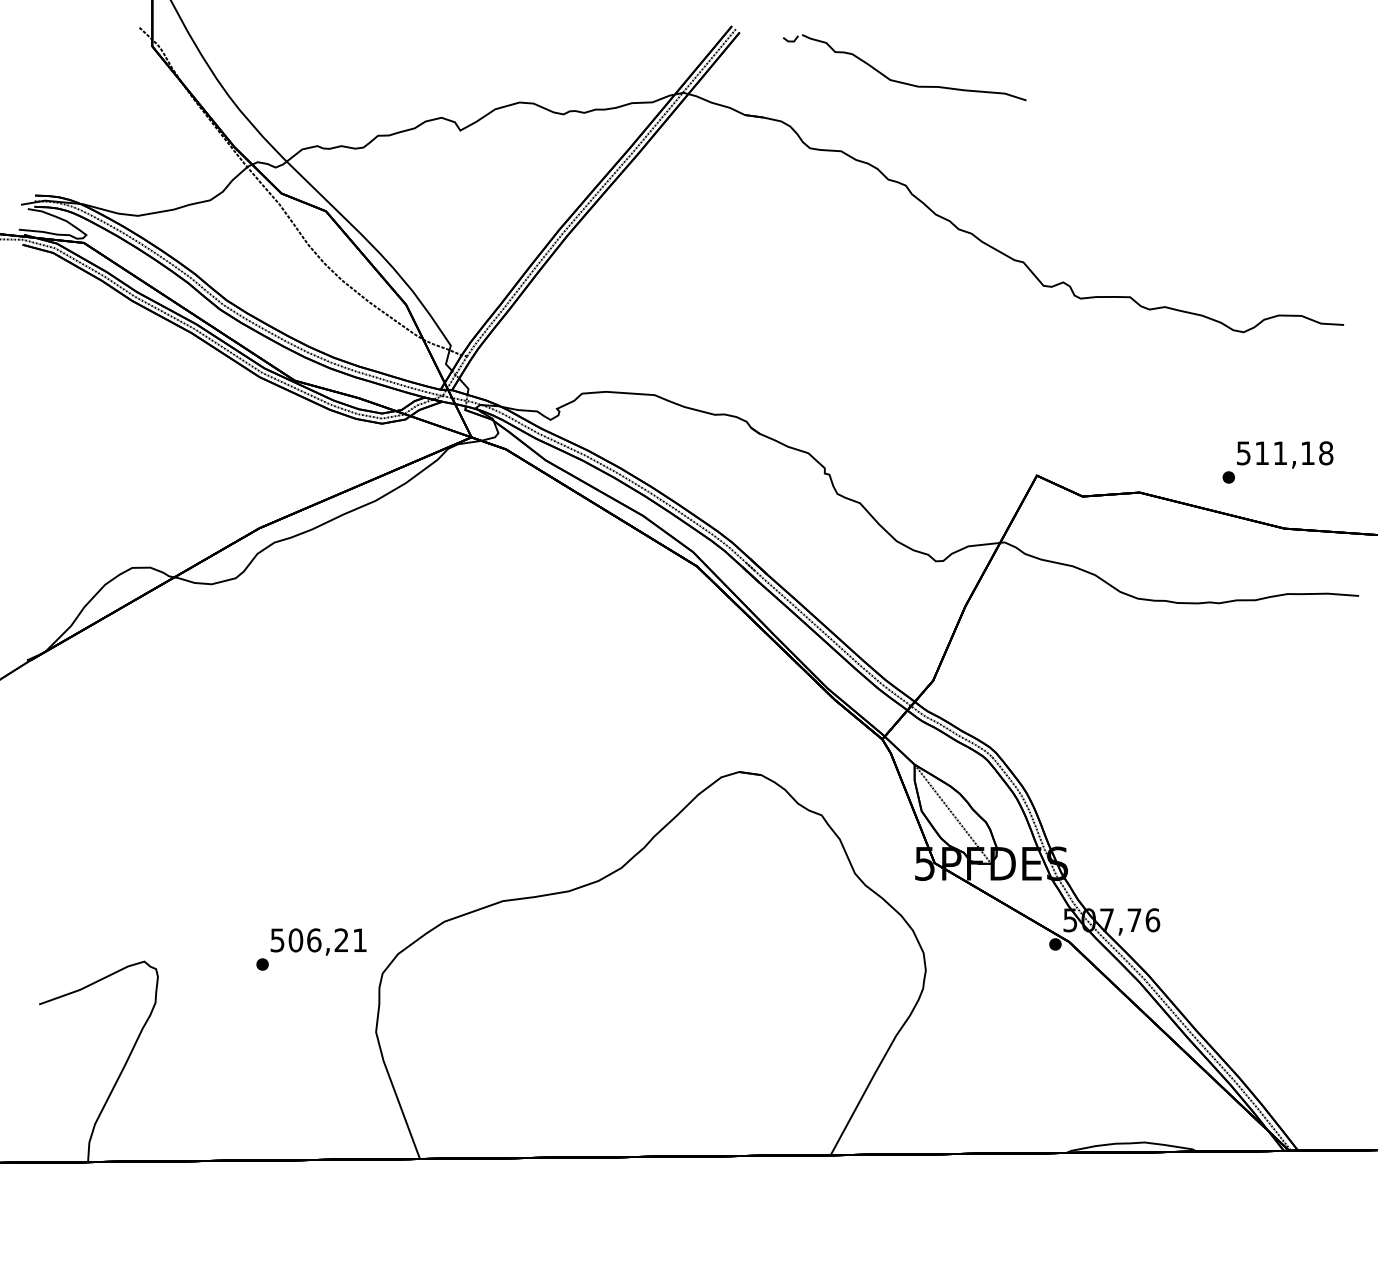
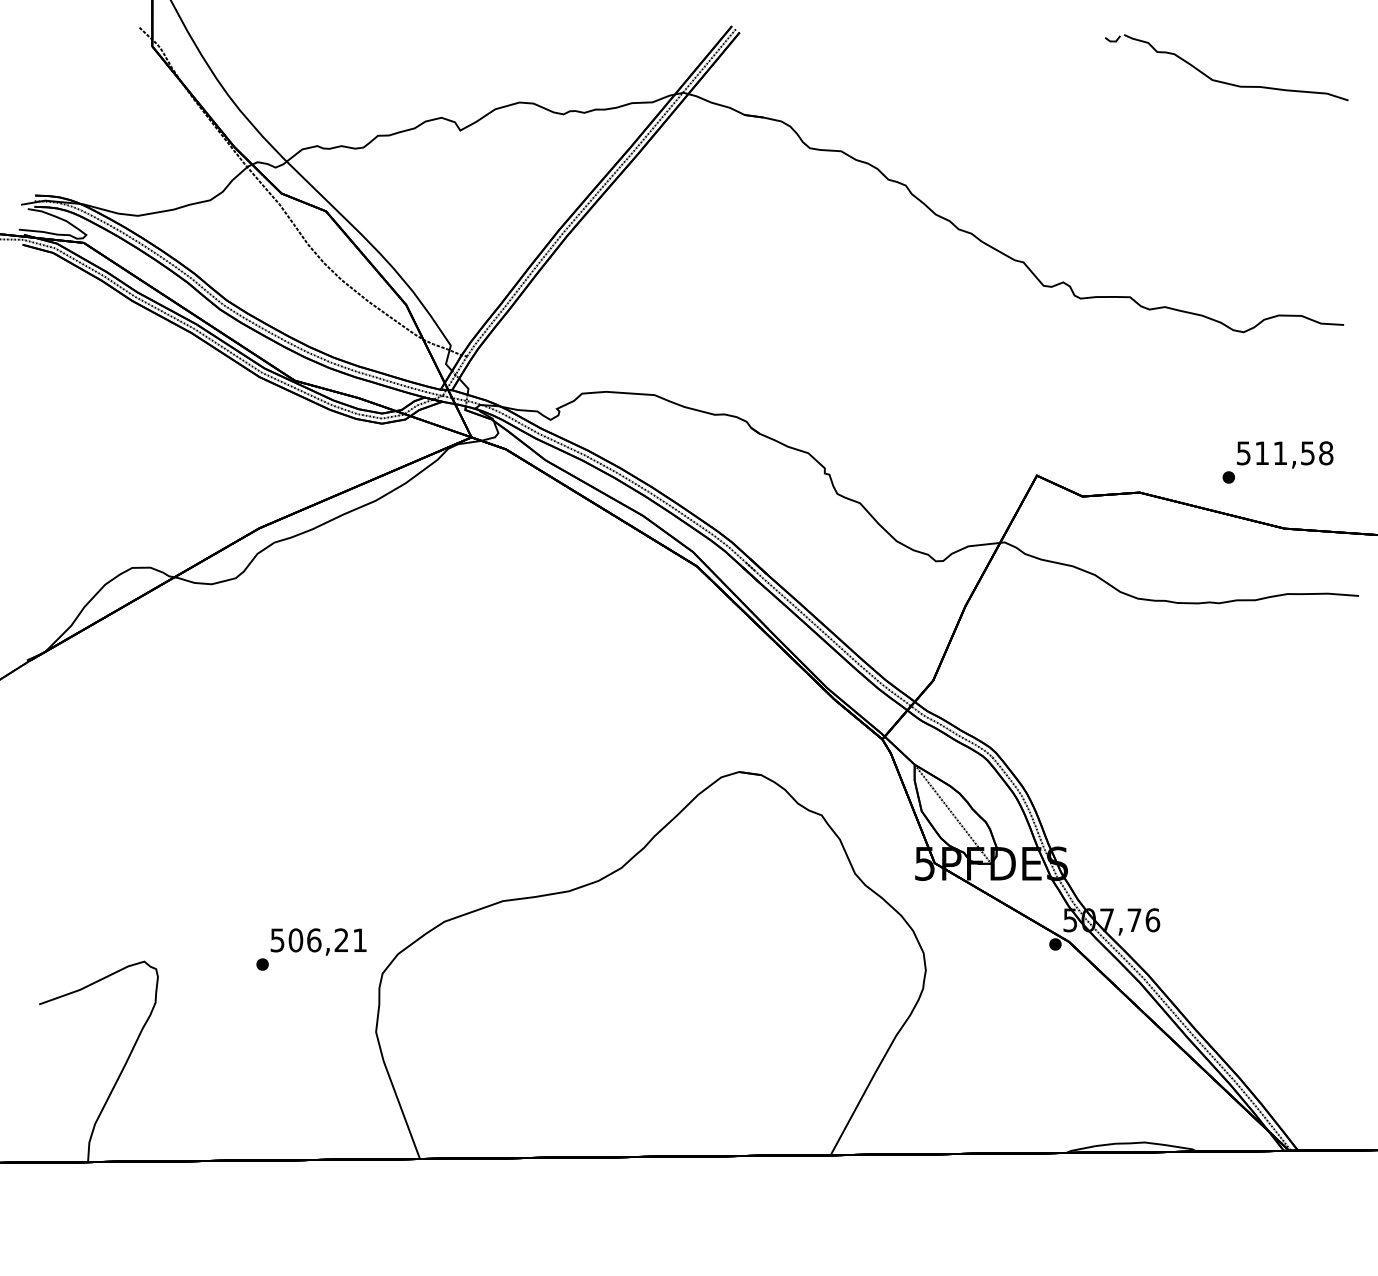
part at (901, 81) position: (901, 81) -> (1223, 81)
text at (1307, 453): 511,18 -> 511,58
